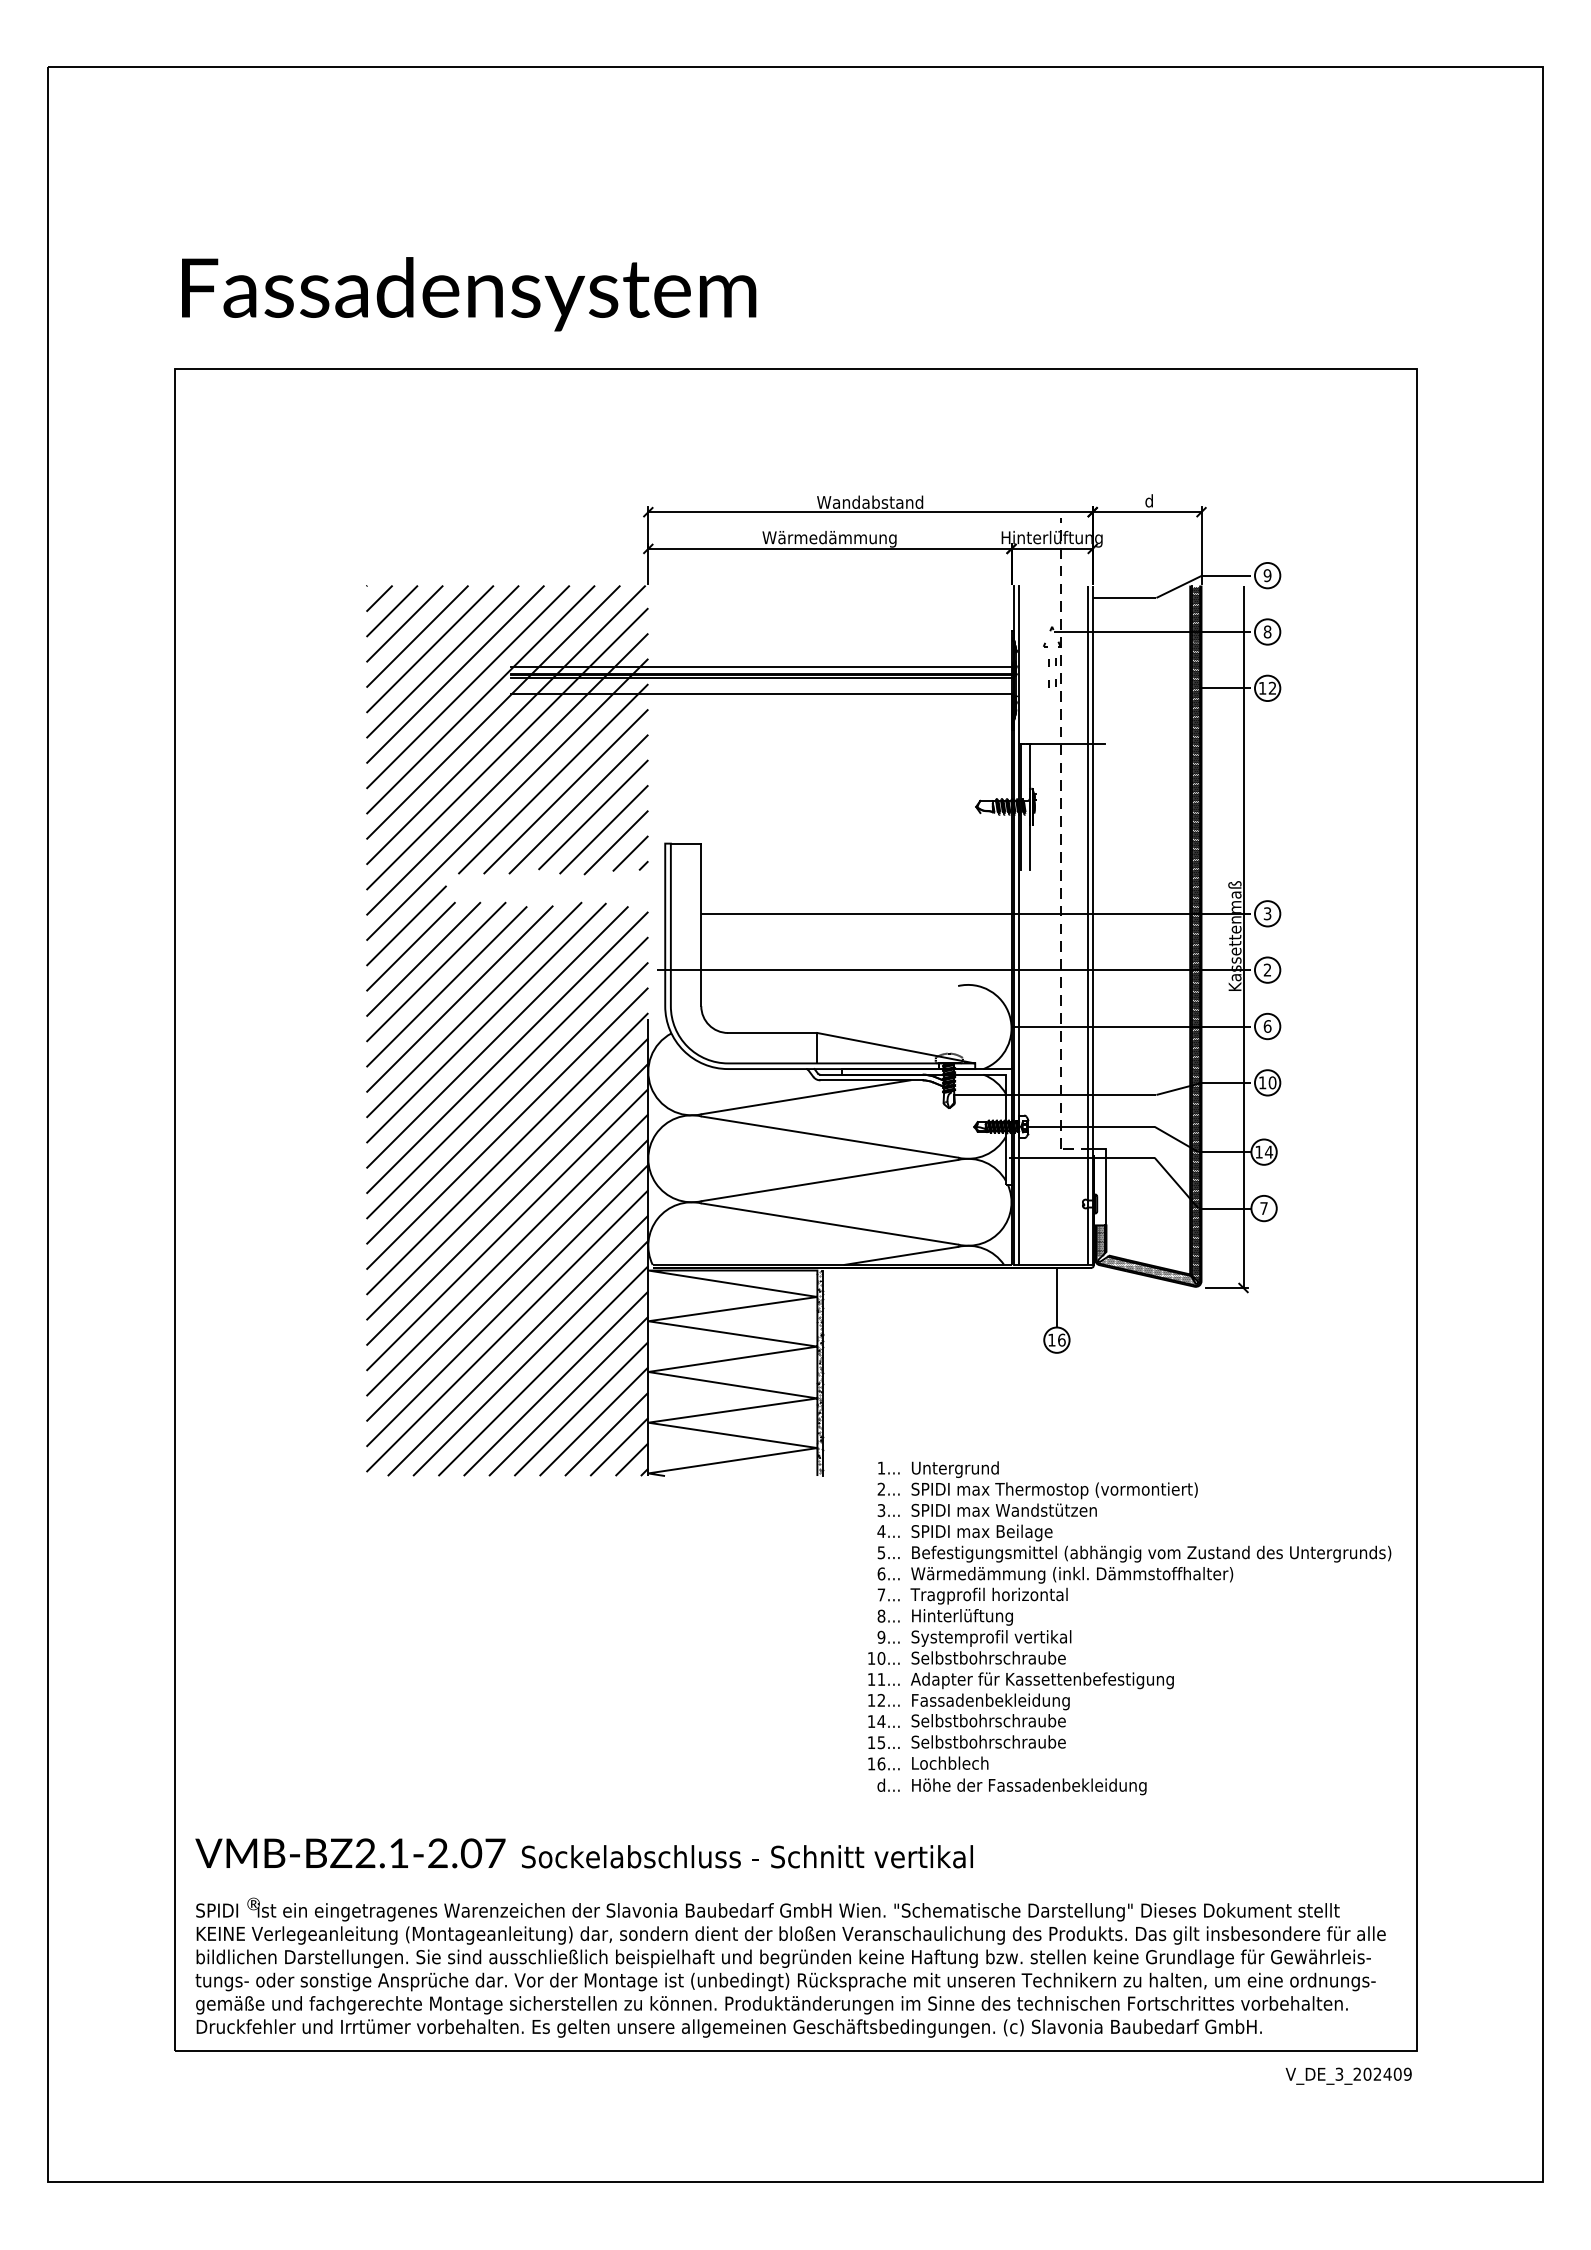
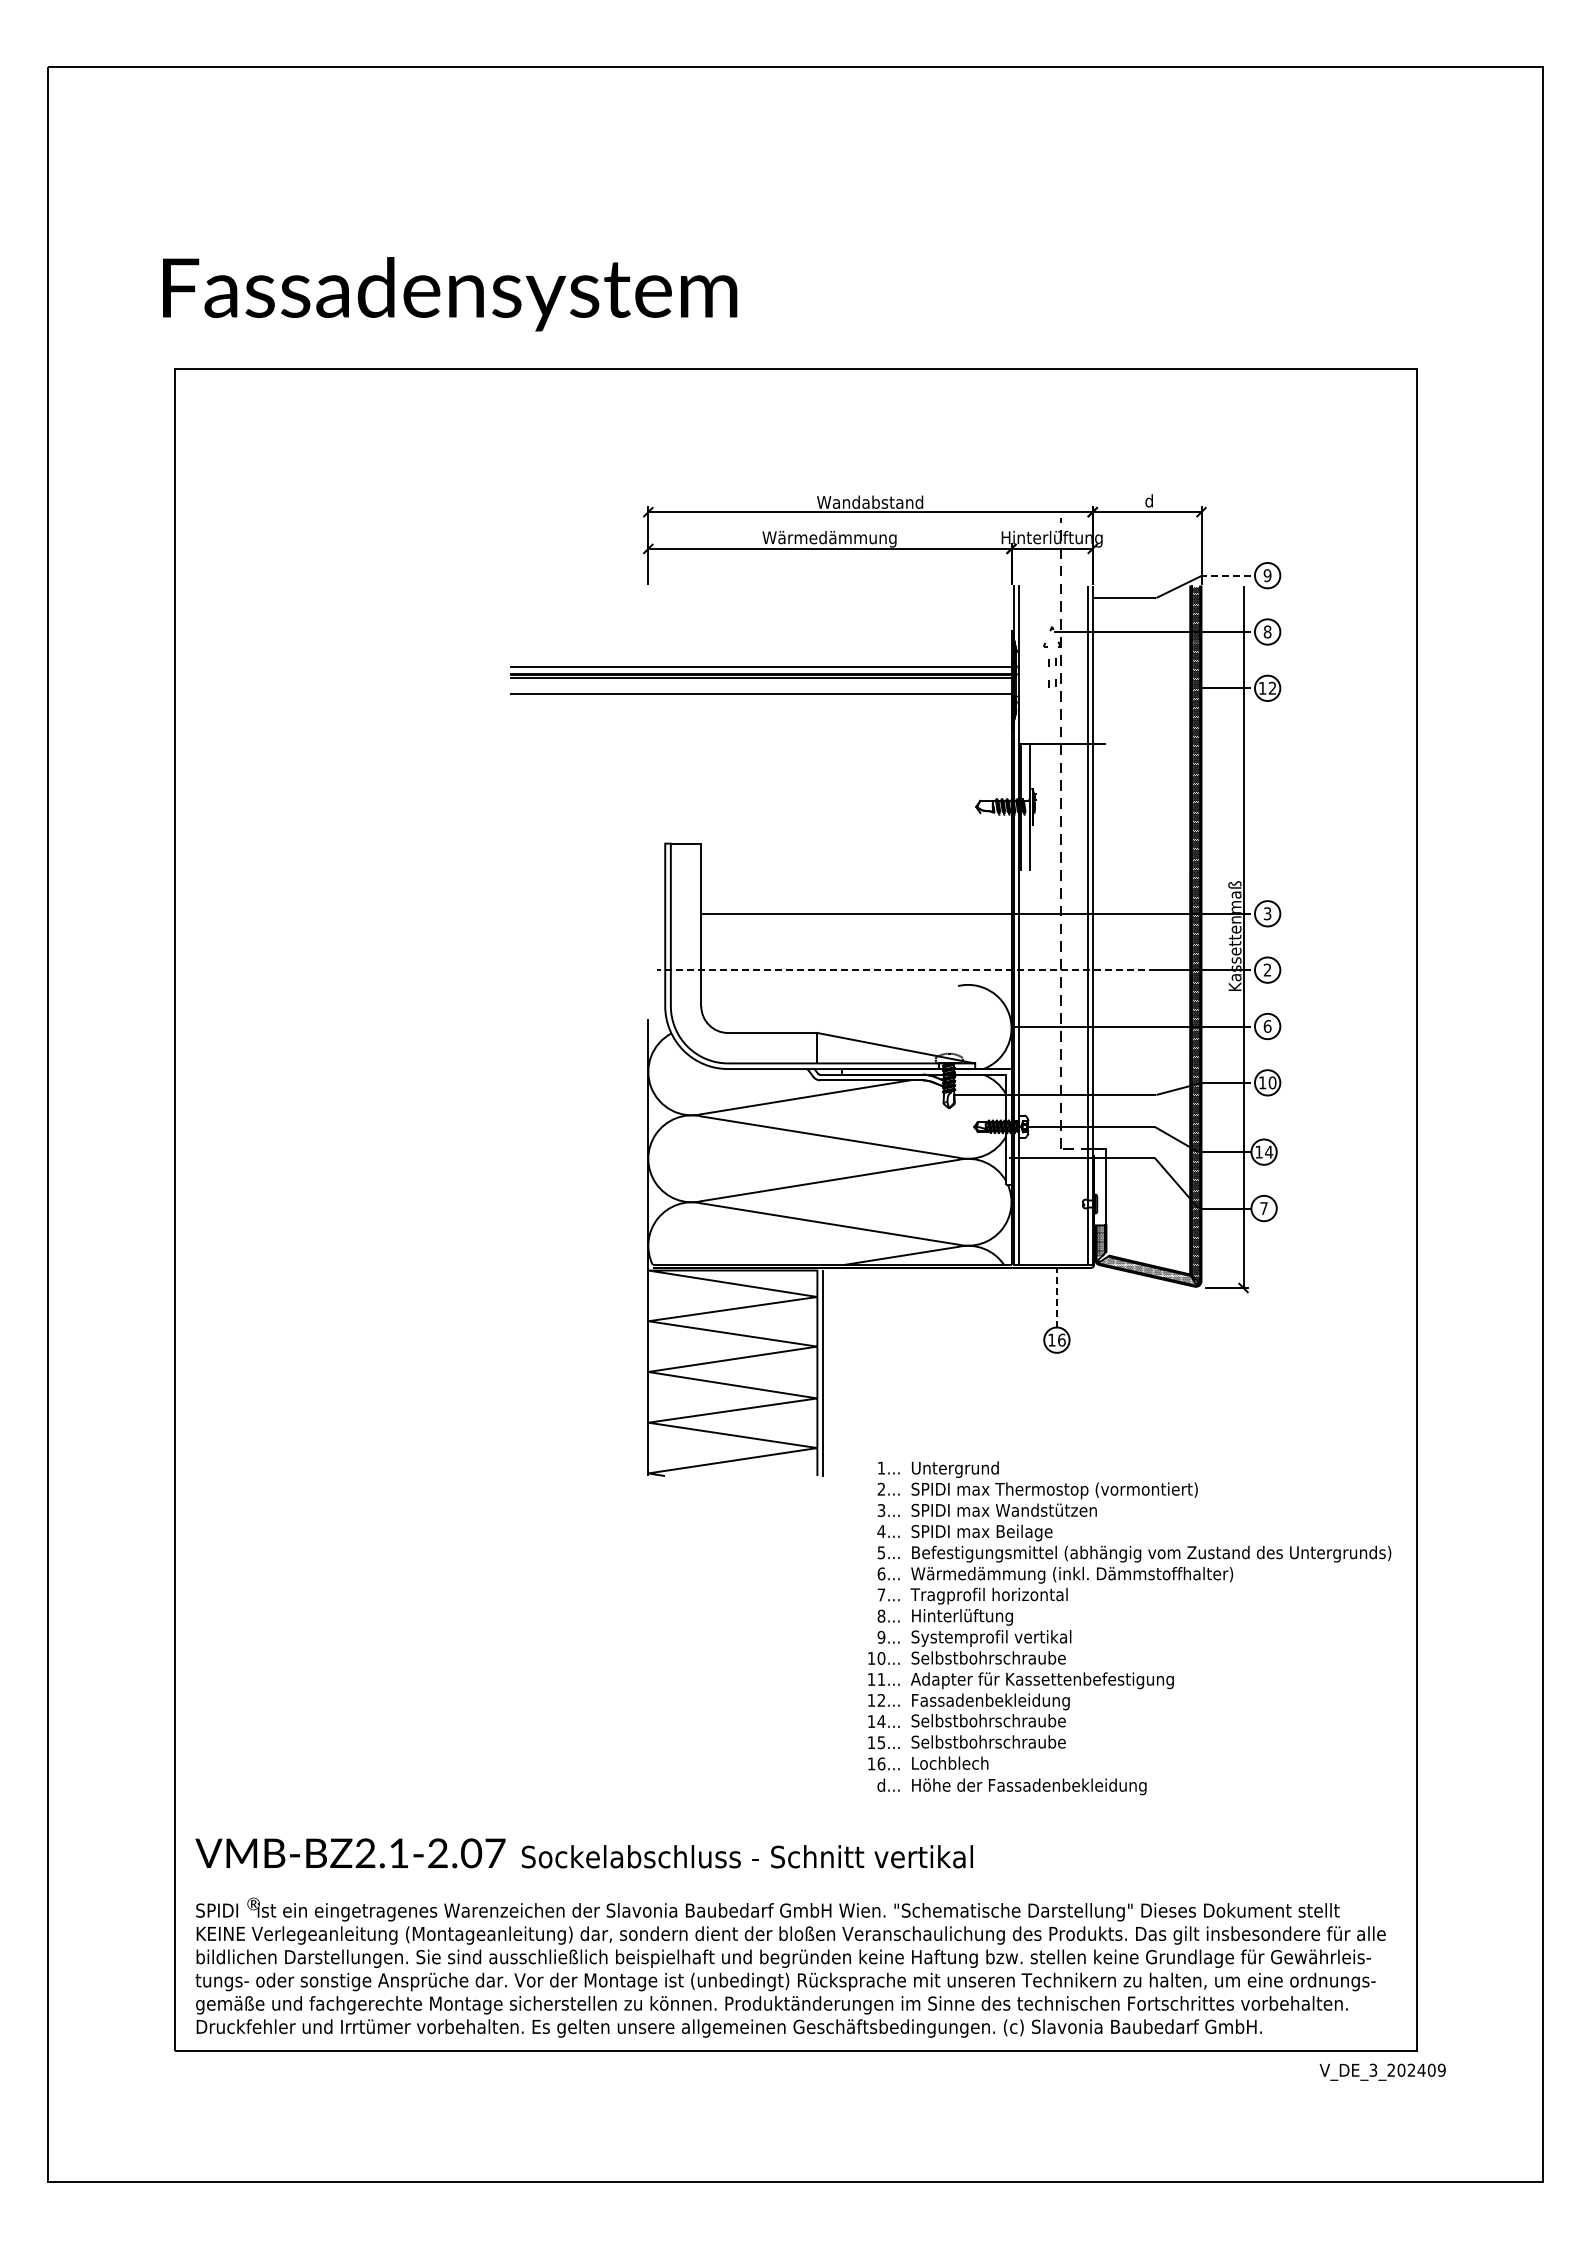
text at (469, 294) position: (469, 294) -> (450, 294)
line at (1226, 575): solid -> dashed
line at (906, 970): solid -> dashed
hatch at (507, 1030): present -> none
line at (1056, 1297): solid -> dashed
hatch at (820, 1371): present -> none
text at (1348, 2075) position: (1348, 2075) -> (1382, 2071)
